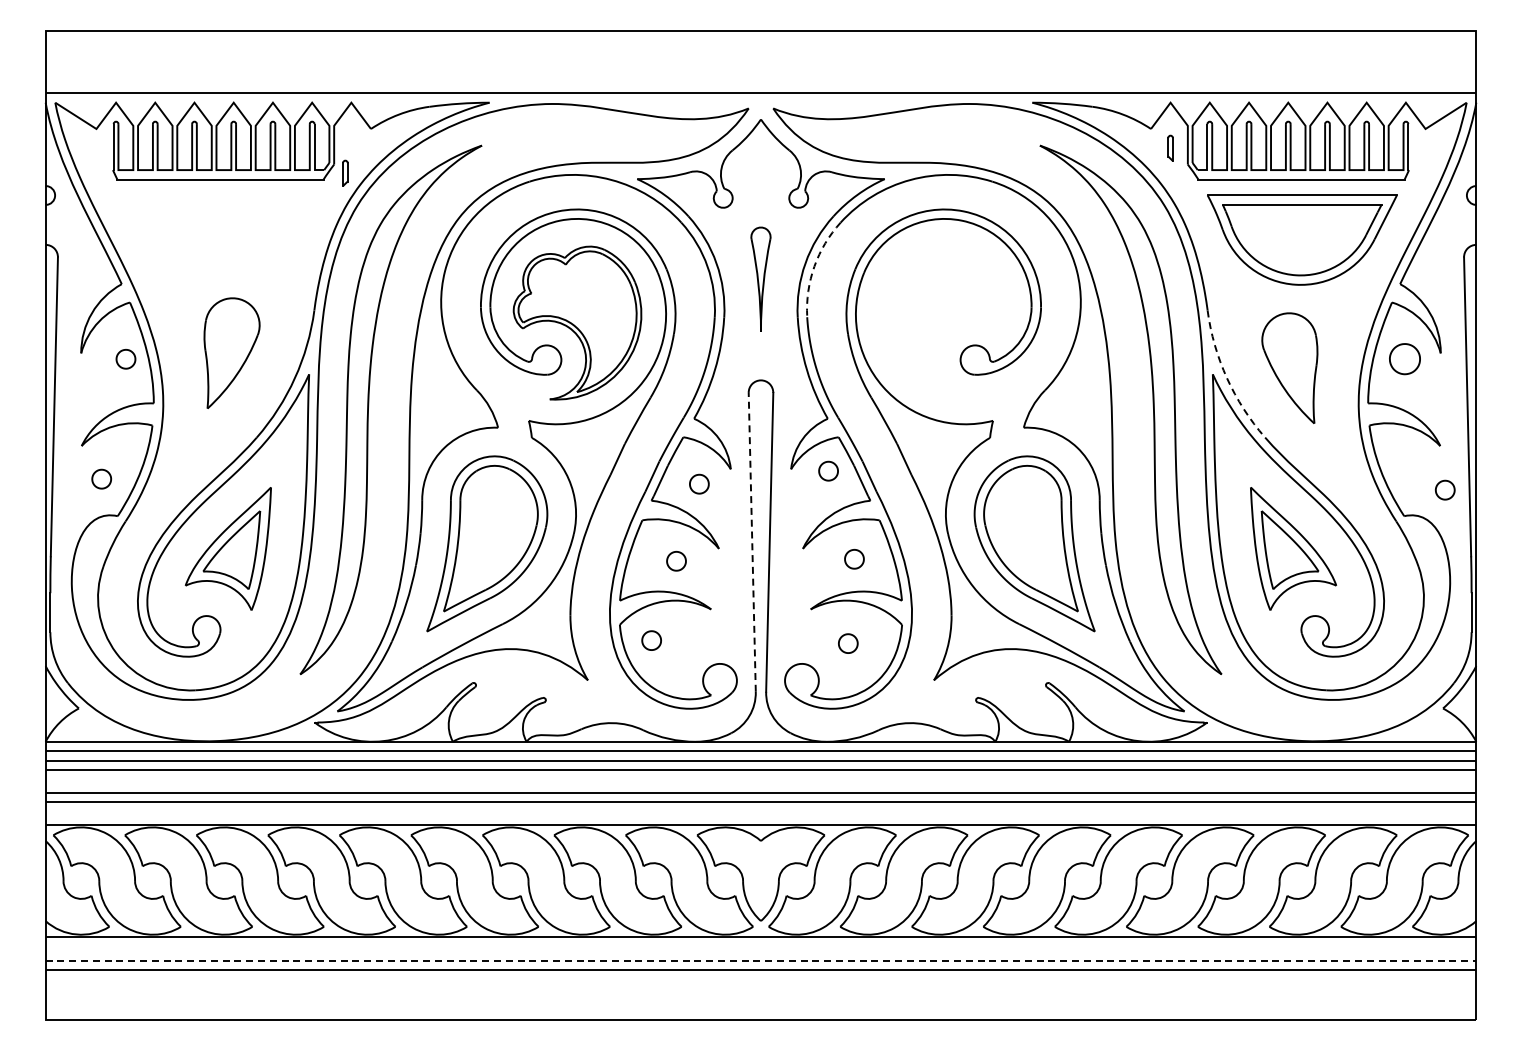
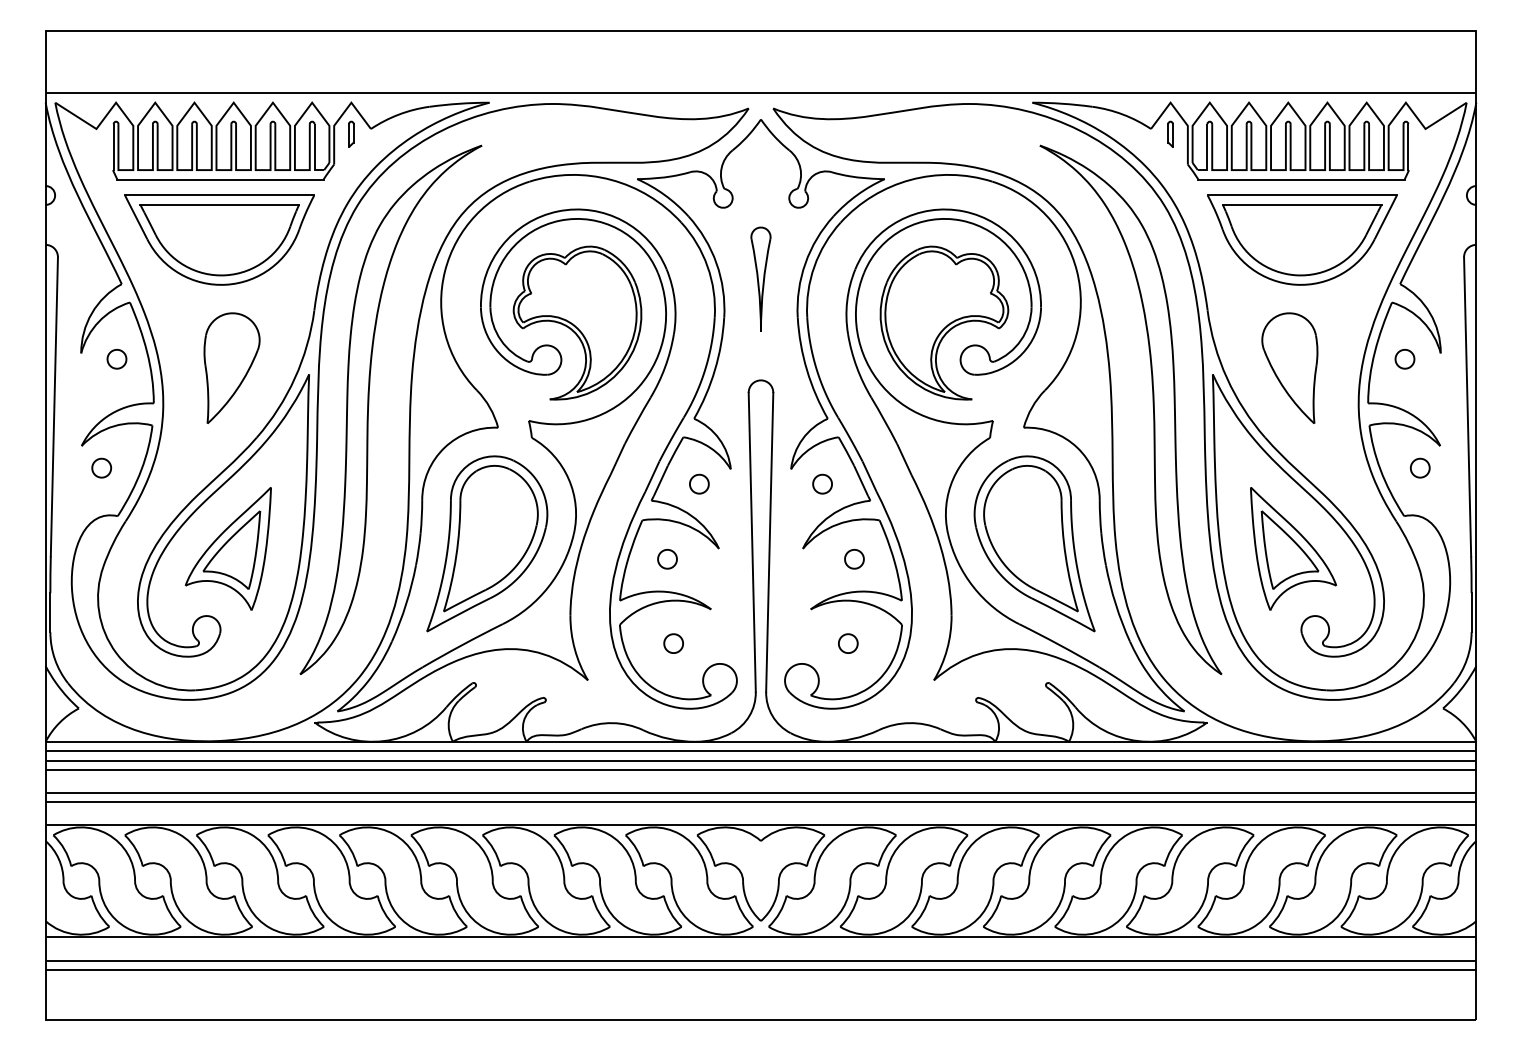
part at (1170, 147) position: (1170, 147) -> (1170, 133)
part at (345, 172) position: (345, 172) -> (351, 133)
part at (219, 239): none -> present
arc at (814, 266): dashed -> solid
part at (944, 322): none -> present
part at (231, 352) position: (231, 352) -> (231, 367)
part at (125, 359) position: (125, 359) -> (116, 359)
part at (1404, 359) size: 32x33 px -> 22x21 px
arc at (1227, 378): dashed -> solid
part at (828, 470) position: (828, 470) -> (822, 483)
part at (101, 478) position: (101, 478) -> (101, 467)
part at (1444, 489) position: (1444, 489) -> (1419, 467)
line at (752, 541): dashed -> solid
part at (676, 561) position: (676, 561) -> (667, 559)
part at (651, 640) position: (651, 640) -> (673, 643)
line at (760, 960): dashed -> solid
